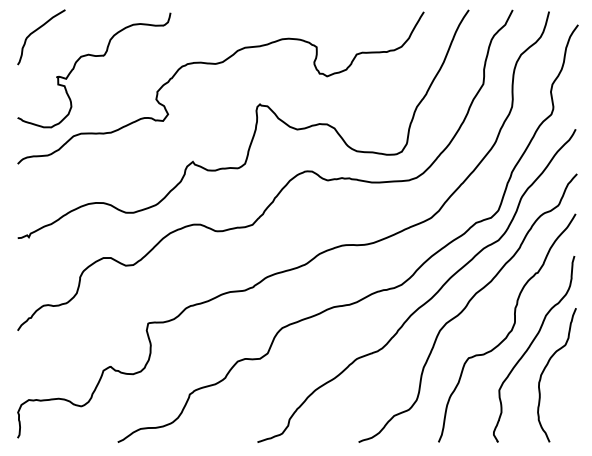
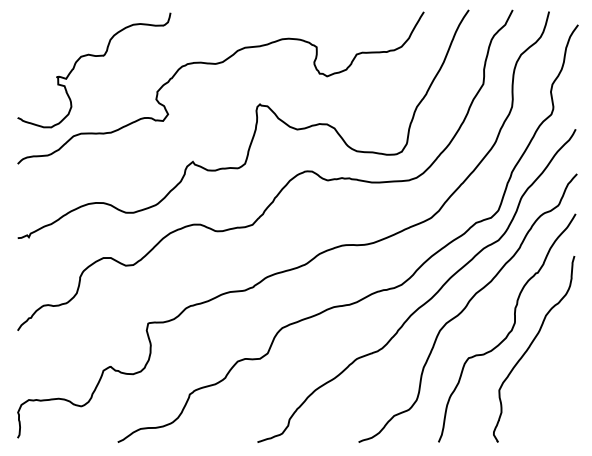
curve at (36, 31): present -> none
curve at (545, 369): present -> none
